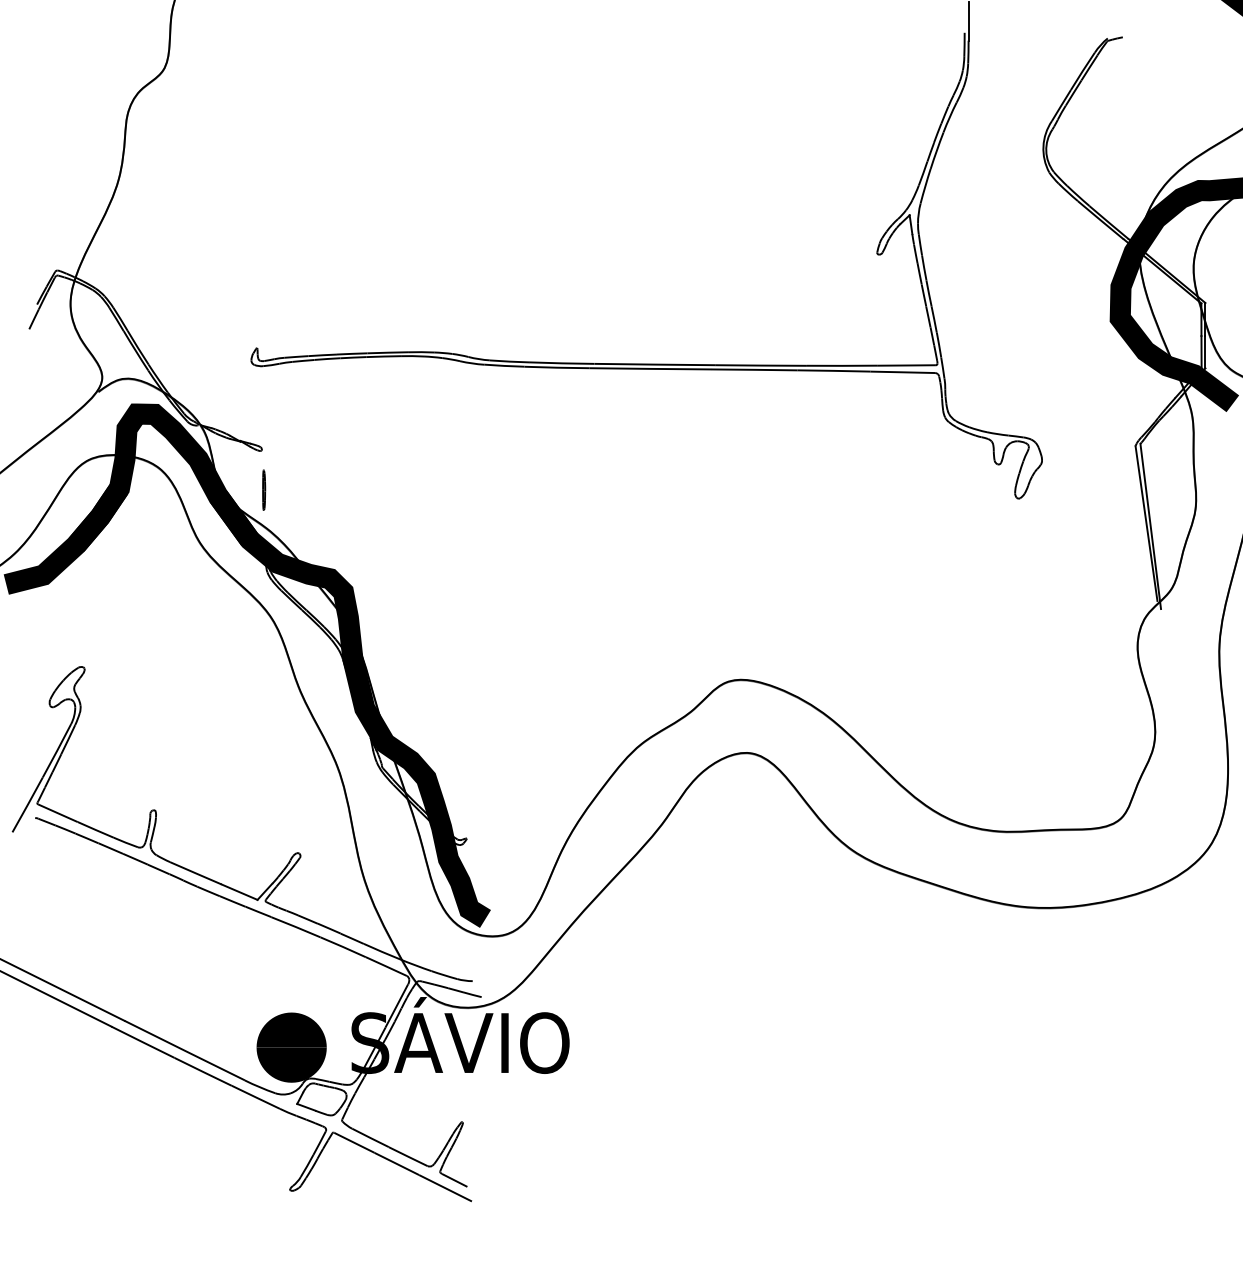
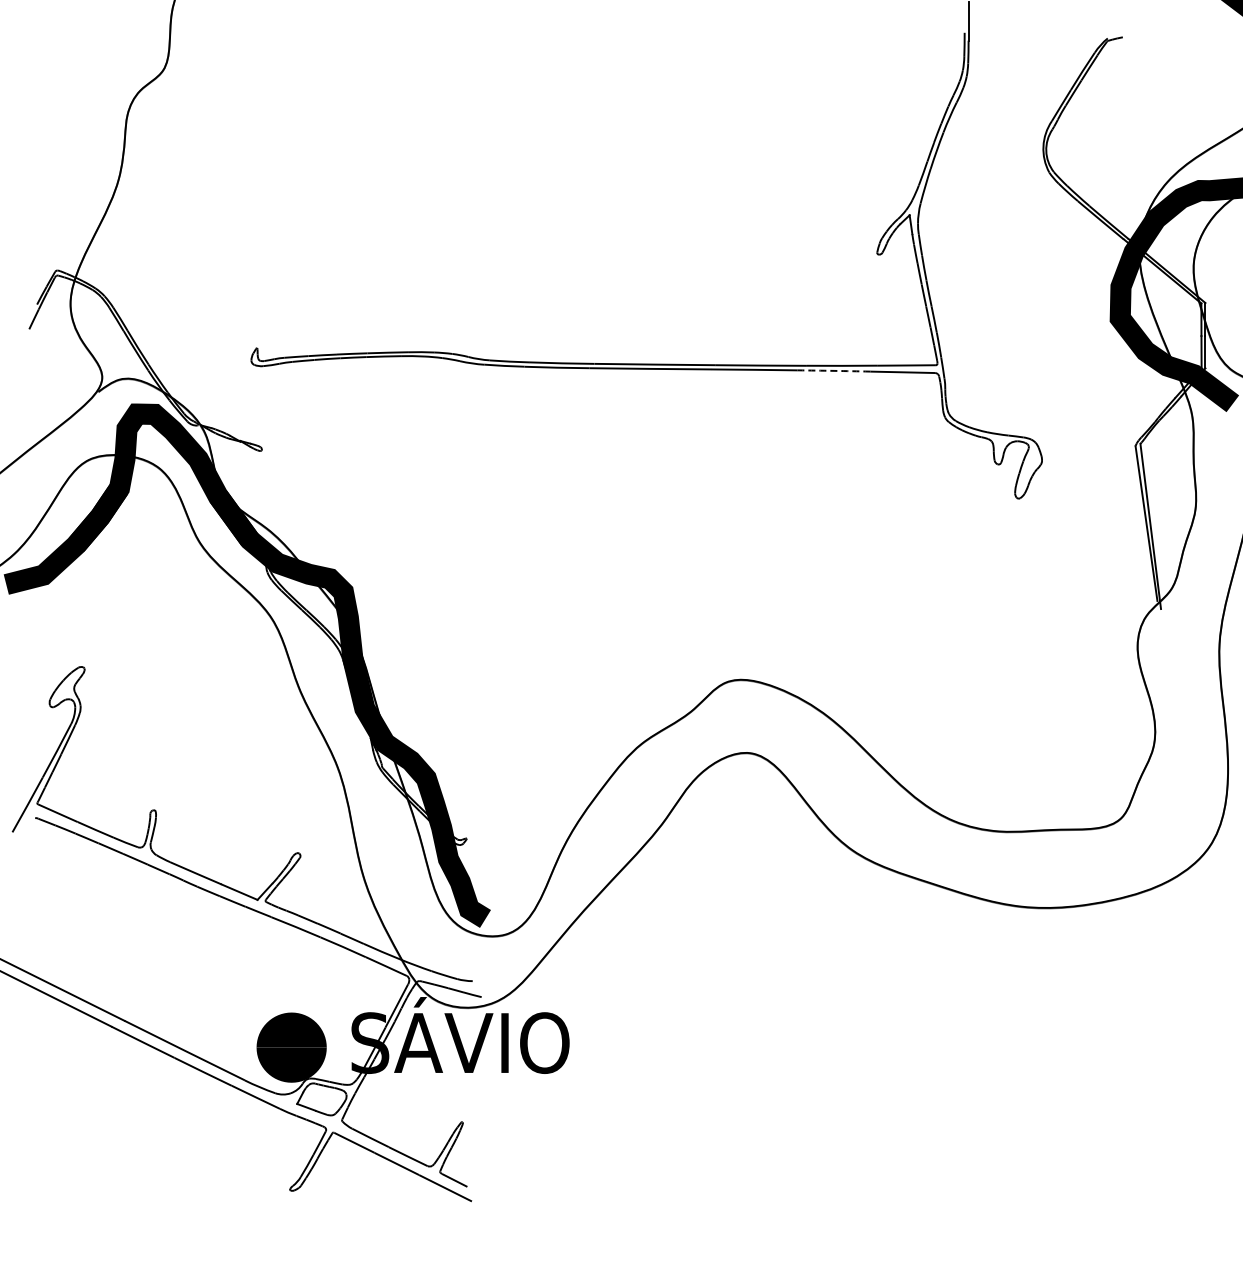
arc at (834, 370): solid -> dashed
line at (264, 489): present -> none
